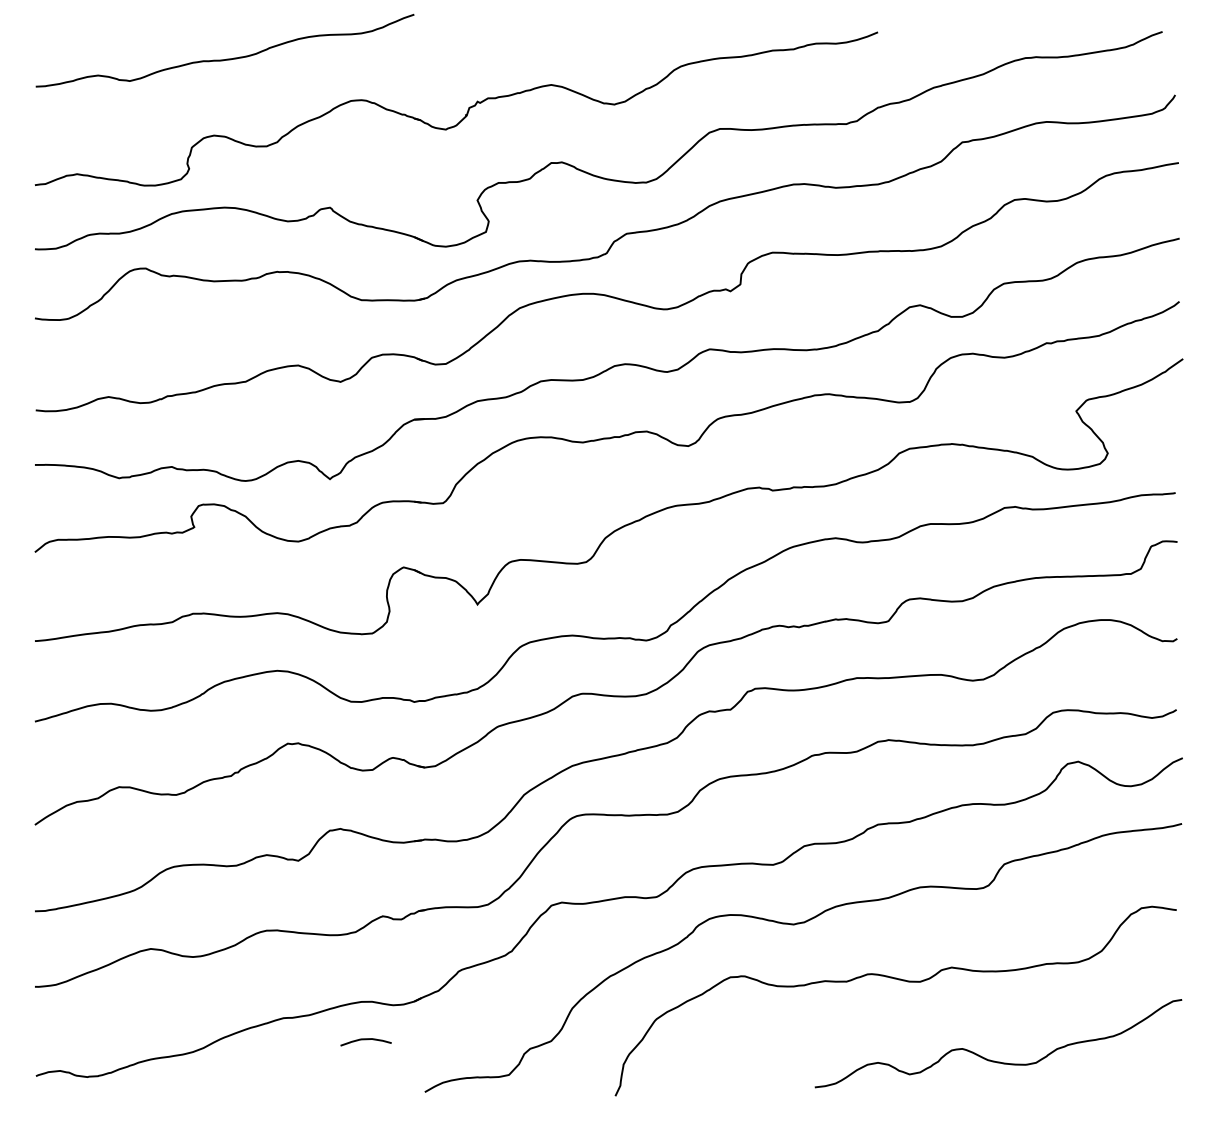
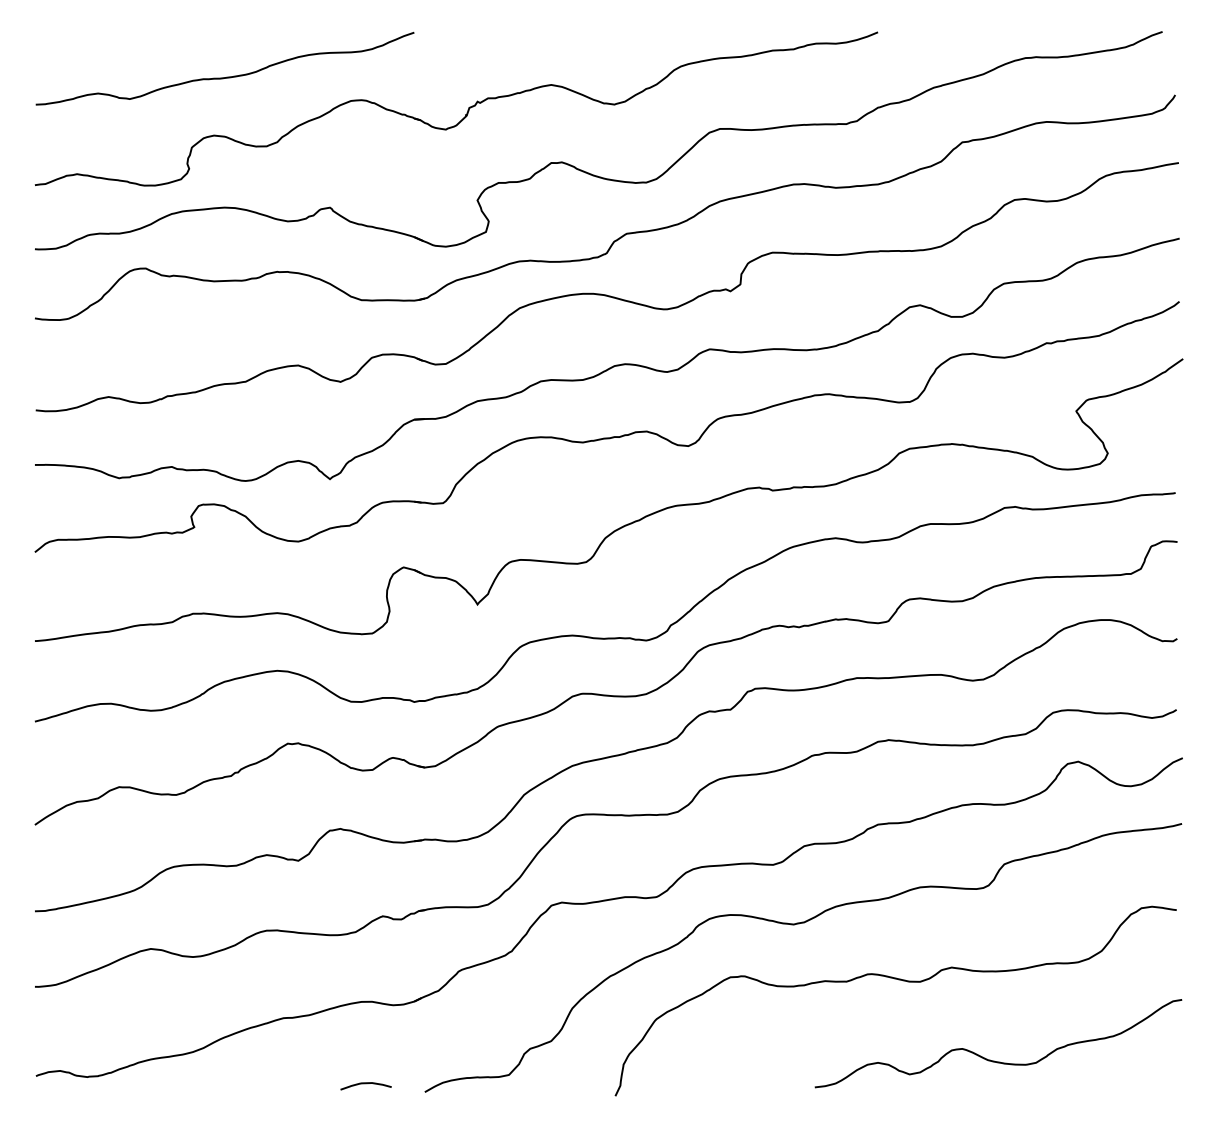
curve at (226, 58) position: (226, 58) -> (226, 76)
curve at (365, 1040) position: (365, 1040) -> (365, 1084)
